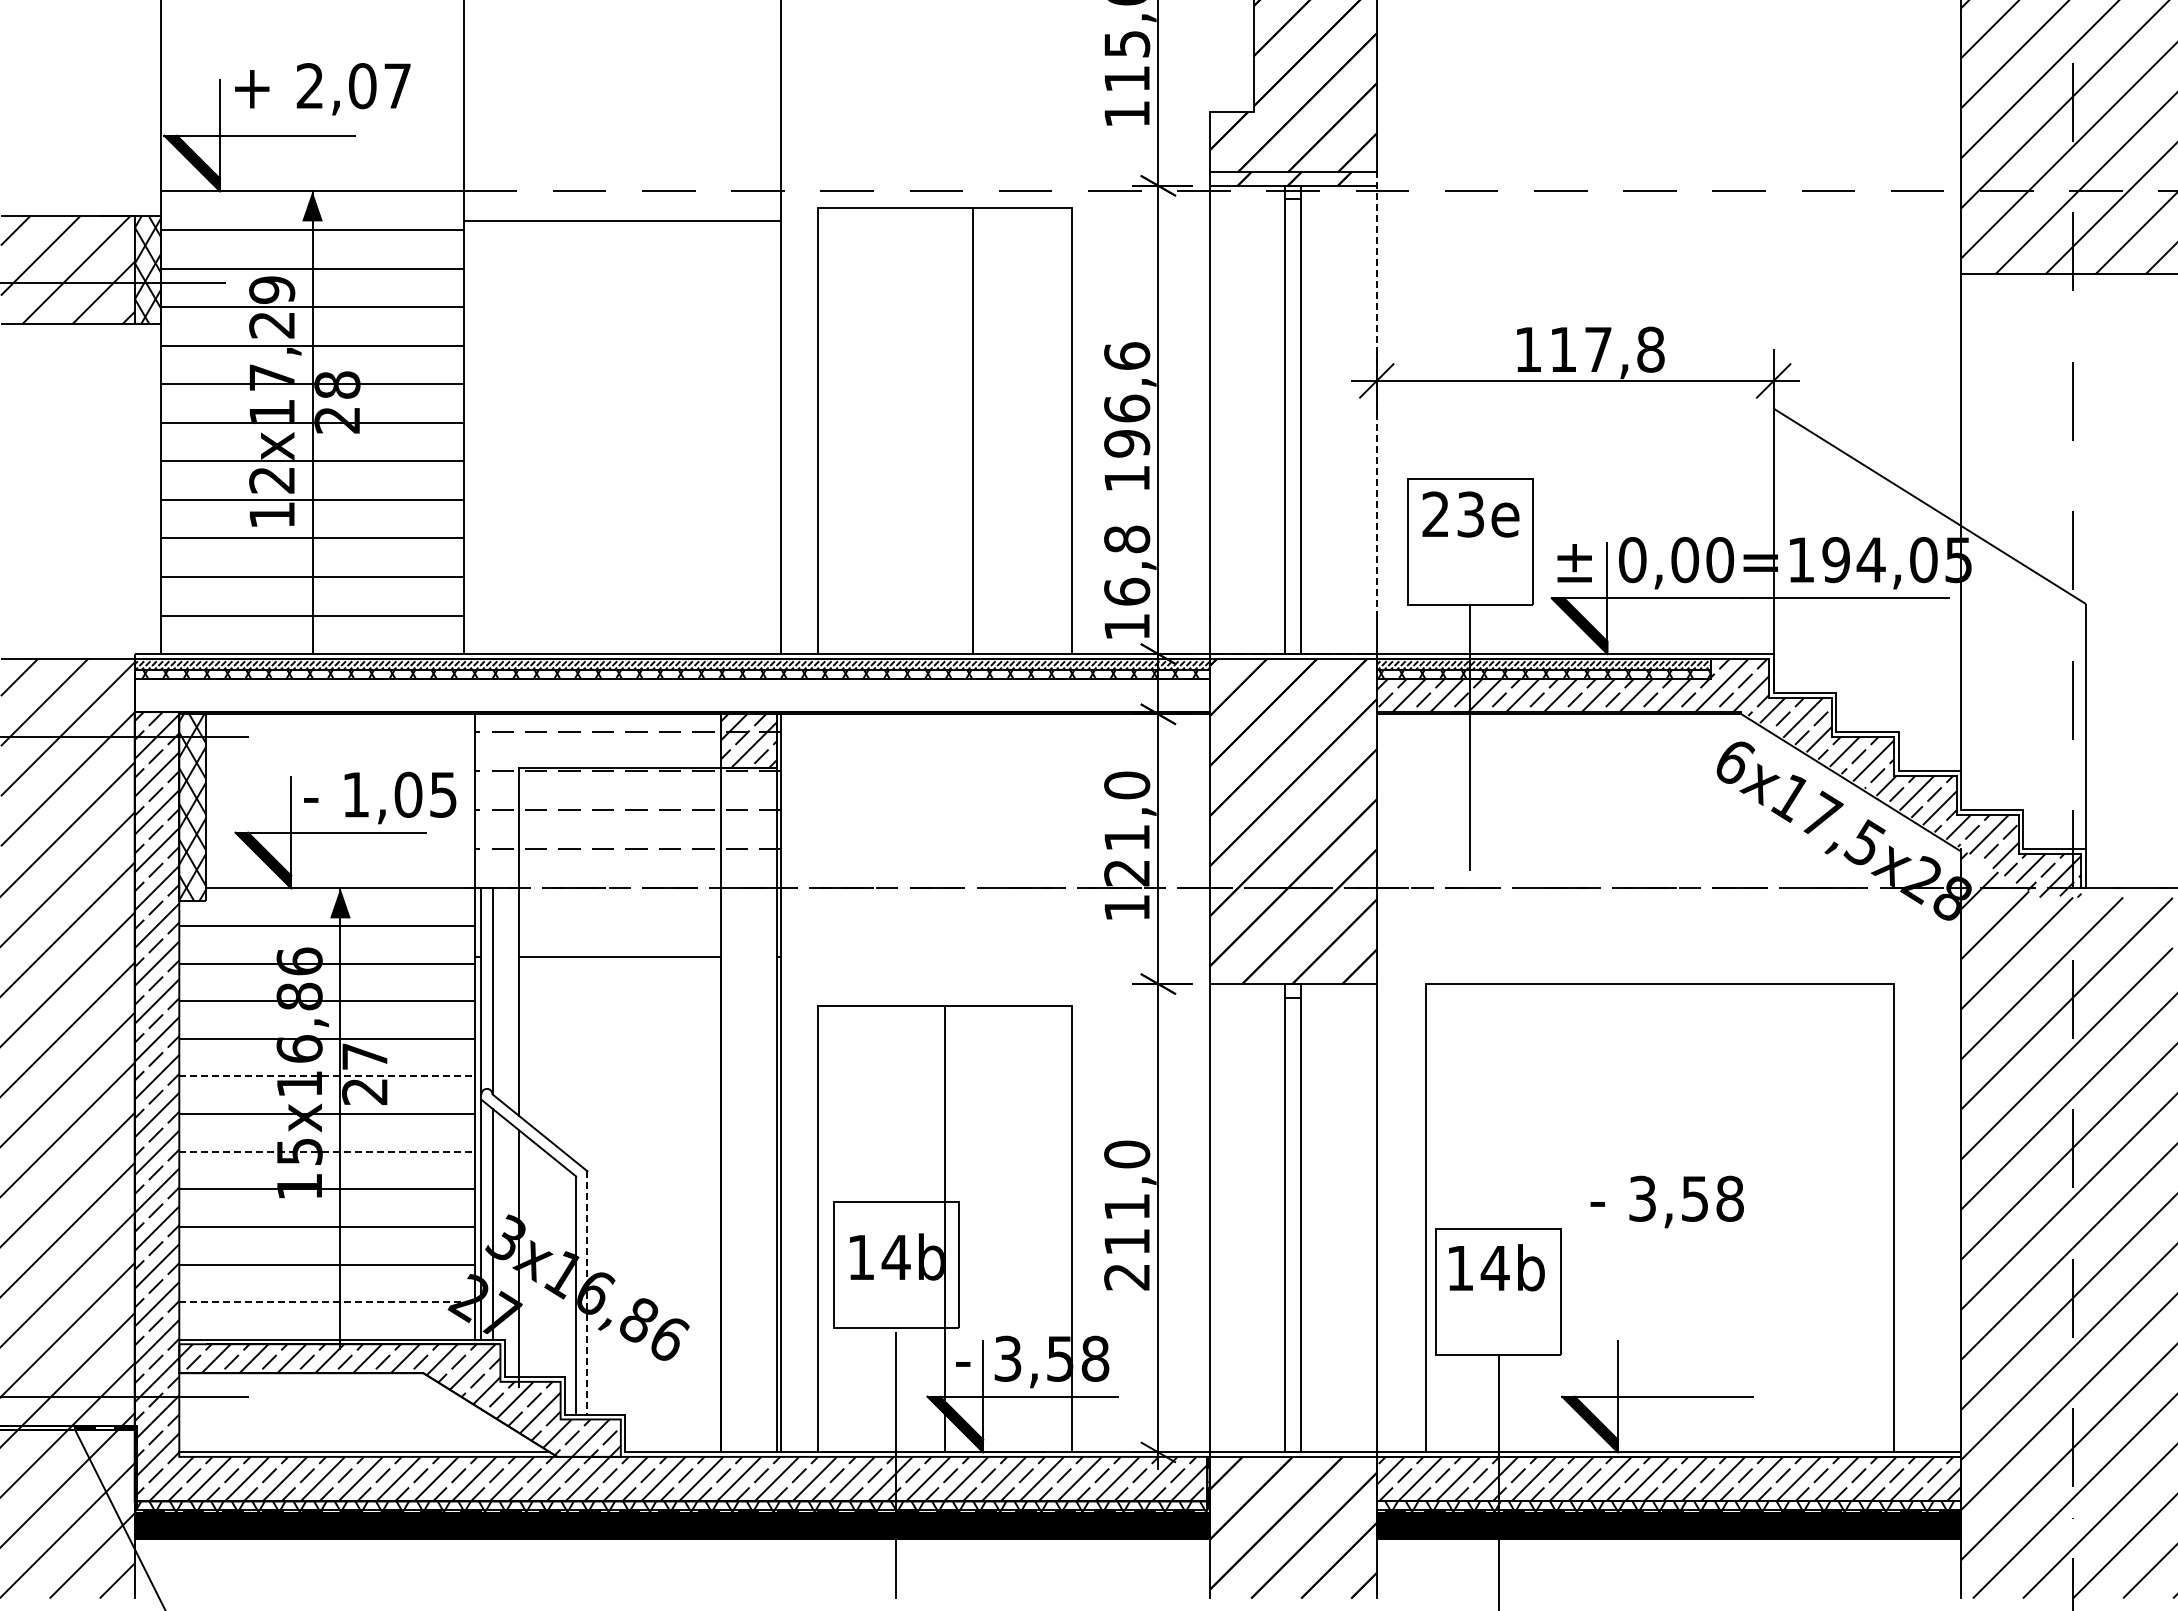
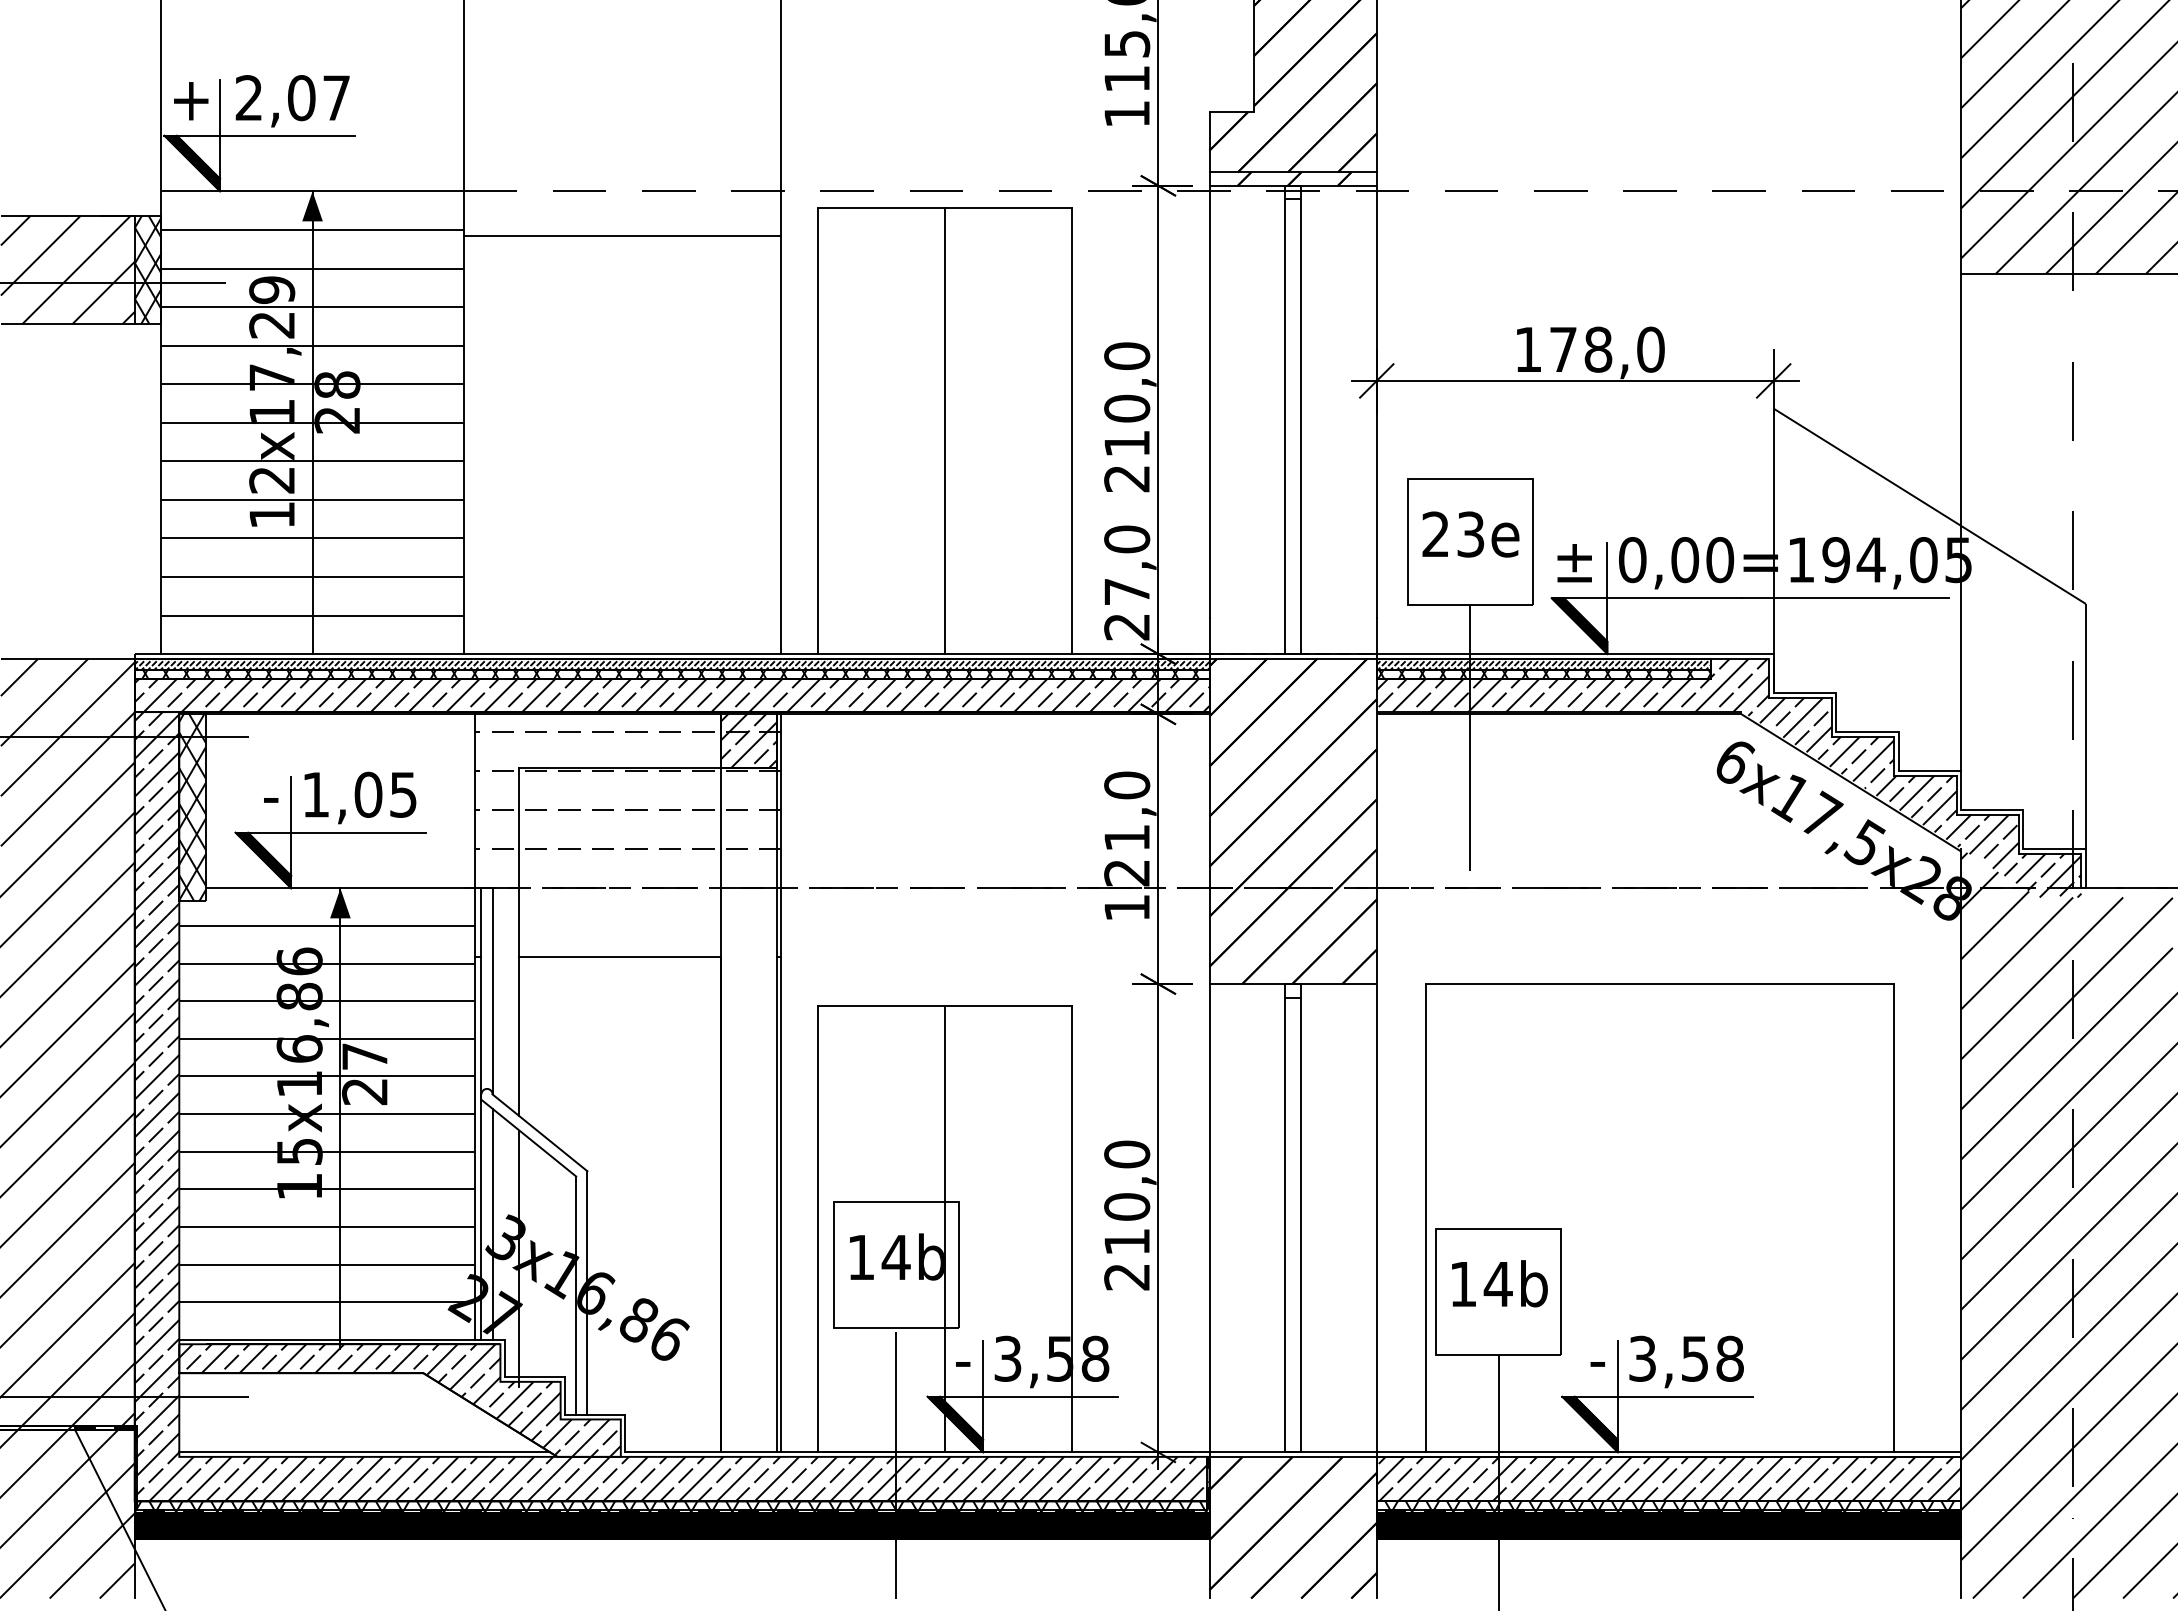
text at (322, 89) position: (322, 89) -> (261, 101)
line at (622, 221) position: (622, 221) -> (622, 236)
text at (1607, 349): 117,8 -> 178,0
line at (1376, 395): dashed -> solid
text at (1127, 417): 196,6 -> 210,0
line at (973, 431) position: (973, 431) -> (945, 431)
text at (1470, 514) position: (1470, 514) -> (1470, 534)
text at (1127, 582): 16,8 -> 27,0
hatch at (671, 695): none -> present
text at (380, 797) position: (380, 797) -> (340, 797)
line at (327, 1076): dashed -> solid
line at (327, 1151): dashed -> solid
text at (1666, 1201) position: (1666, 1201) -> (1666, 1361)
text at (1127, 1206): 211,0 -> 210,0
text at (1496, 1267) position: (1496, 1267) -> (1499, 1283)
line at (587, 1293): dashed -> solid
line at (327, 1302): dashed -> solid
